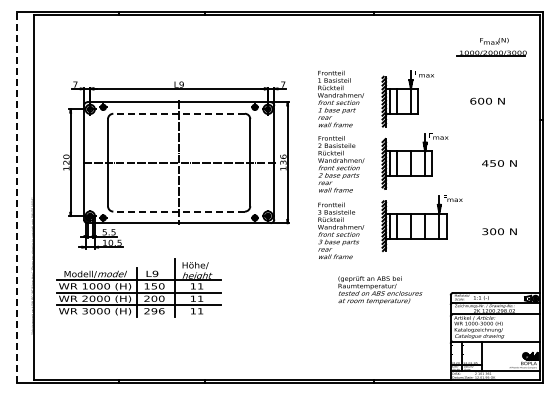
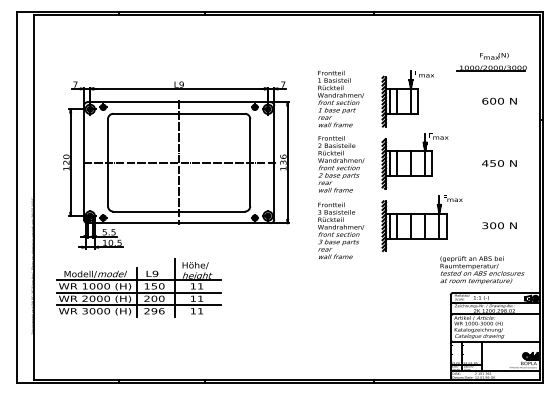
part at (491, 47) position: (491, 47) -> (491, 62)
text at (487, 100) position: (487, 100) -> (499, 100)
line at (179, 113): dashed -> solid
line at (16, 197): dashed -> solid
line at (179, 211): dashed -> solid
text at (499, 231) position: (499, 231) -> (499, 225)
text at (380, 290) position: (380, 290) -> (482, 270)
